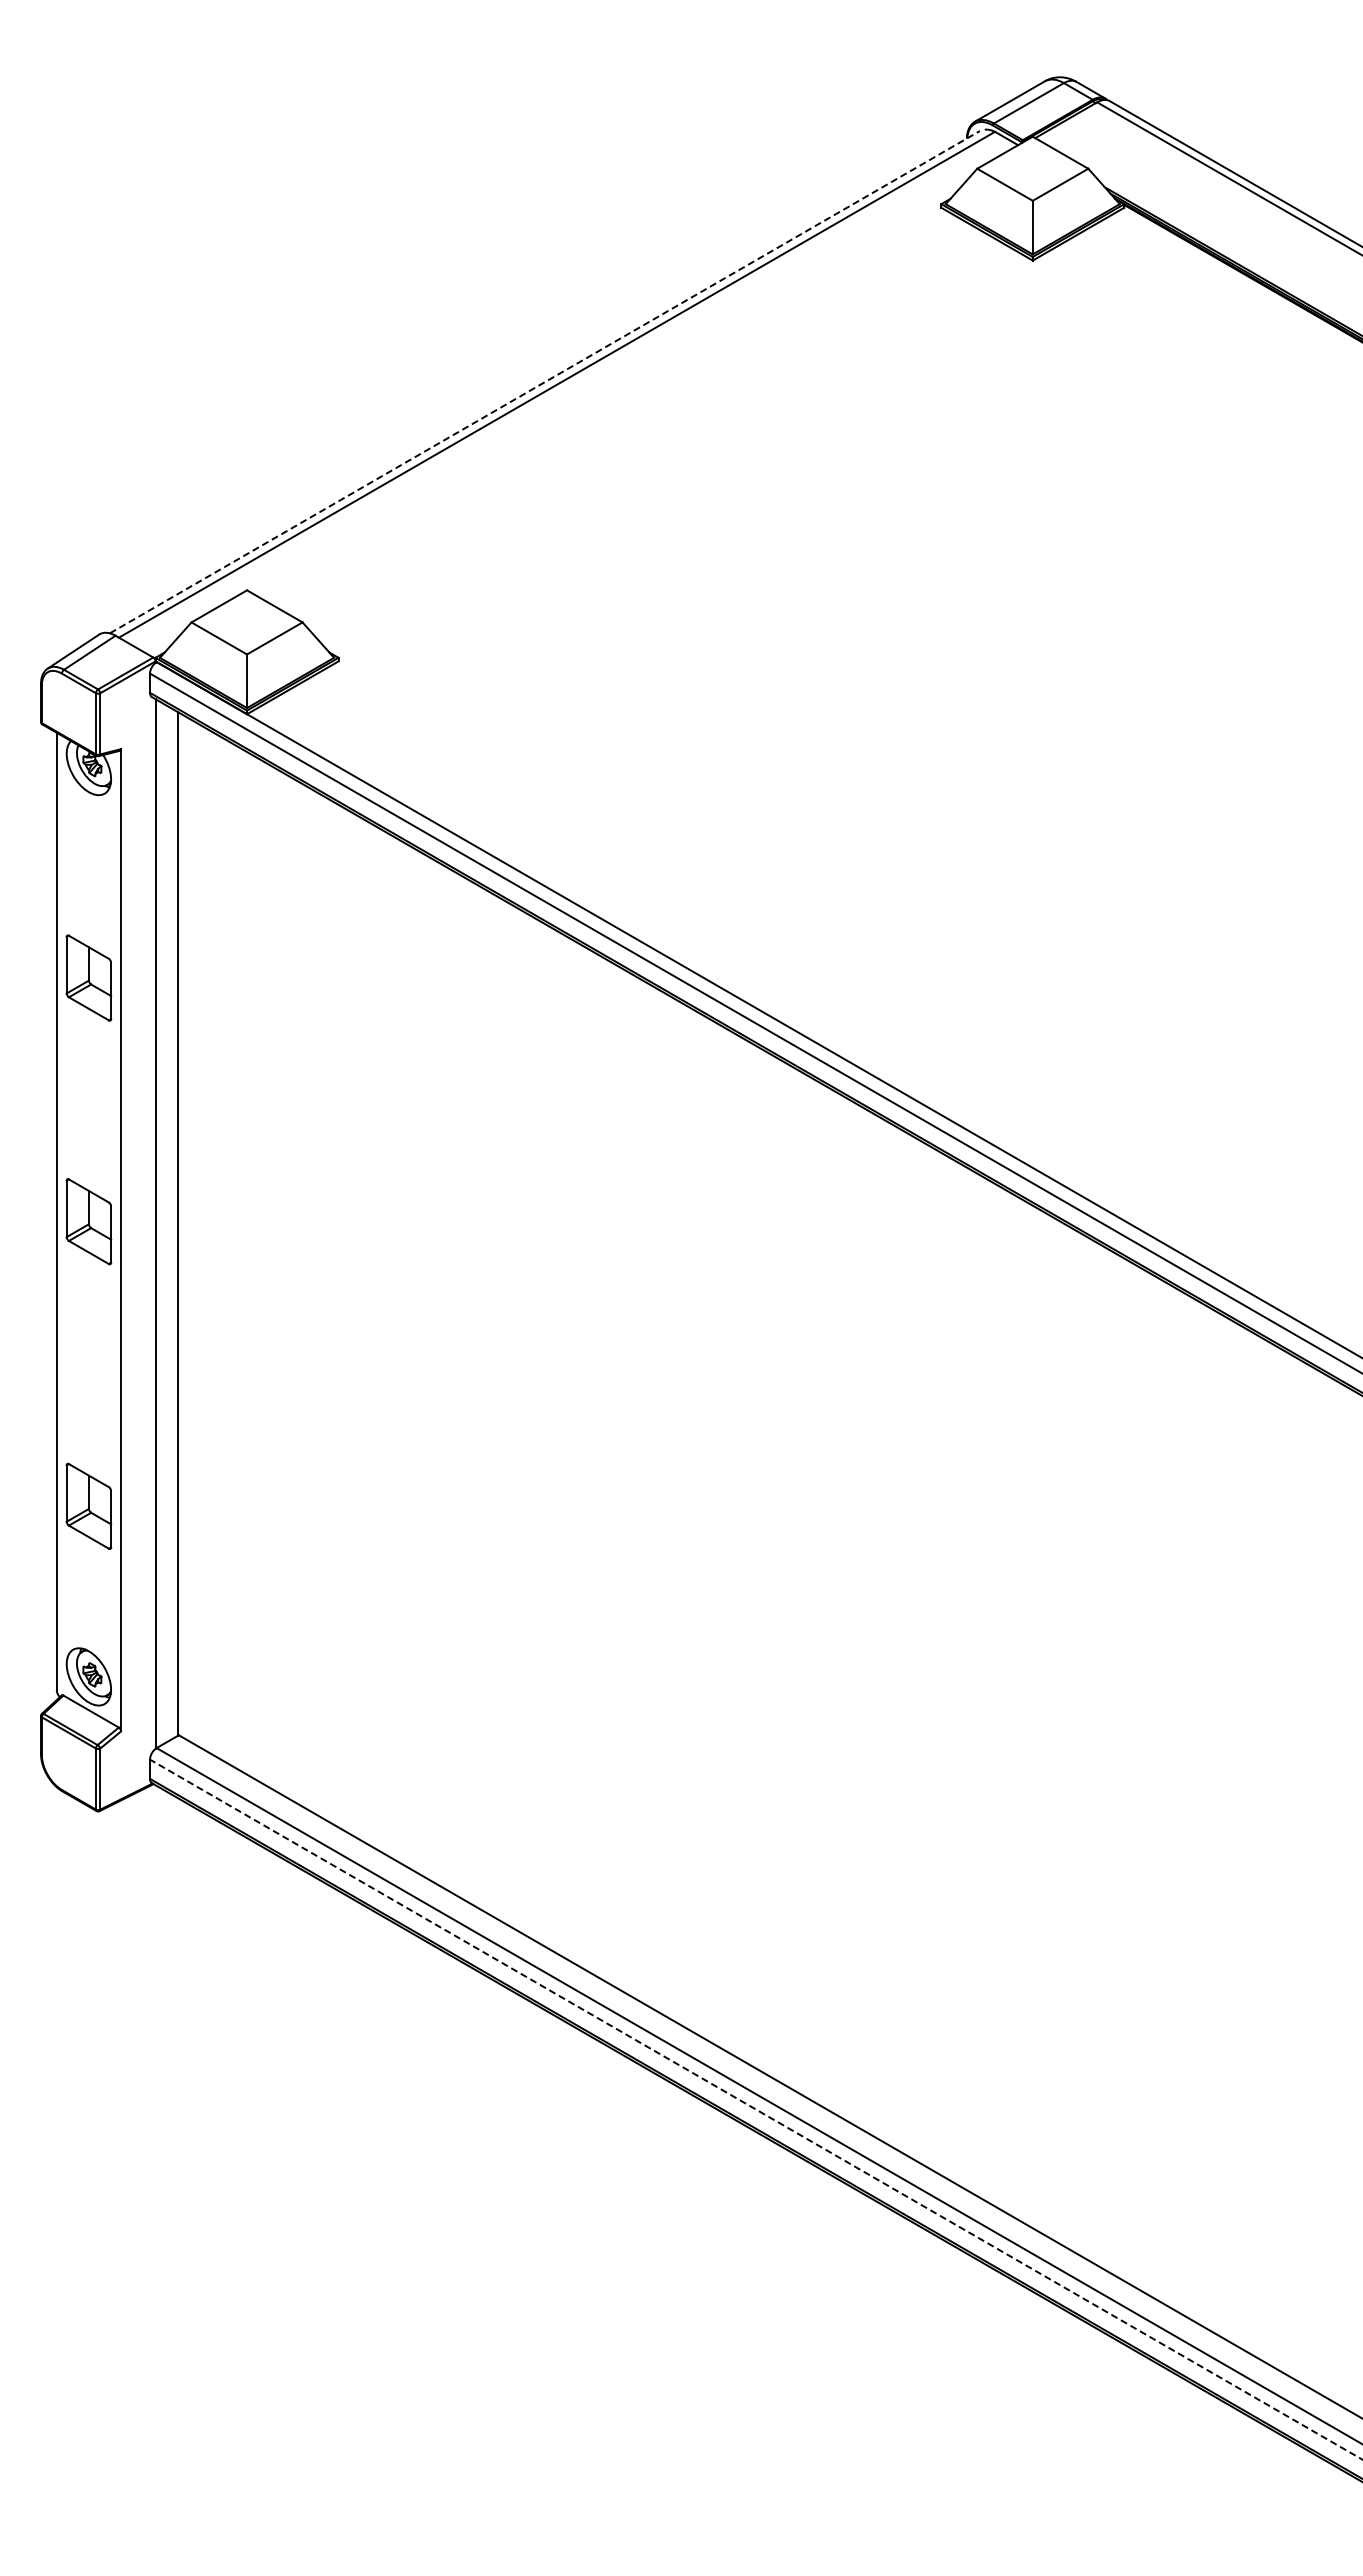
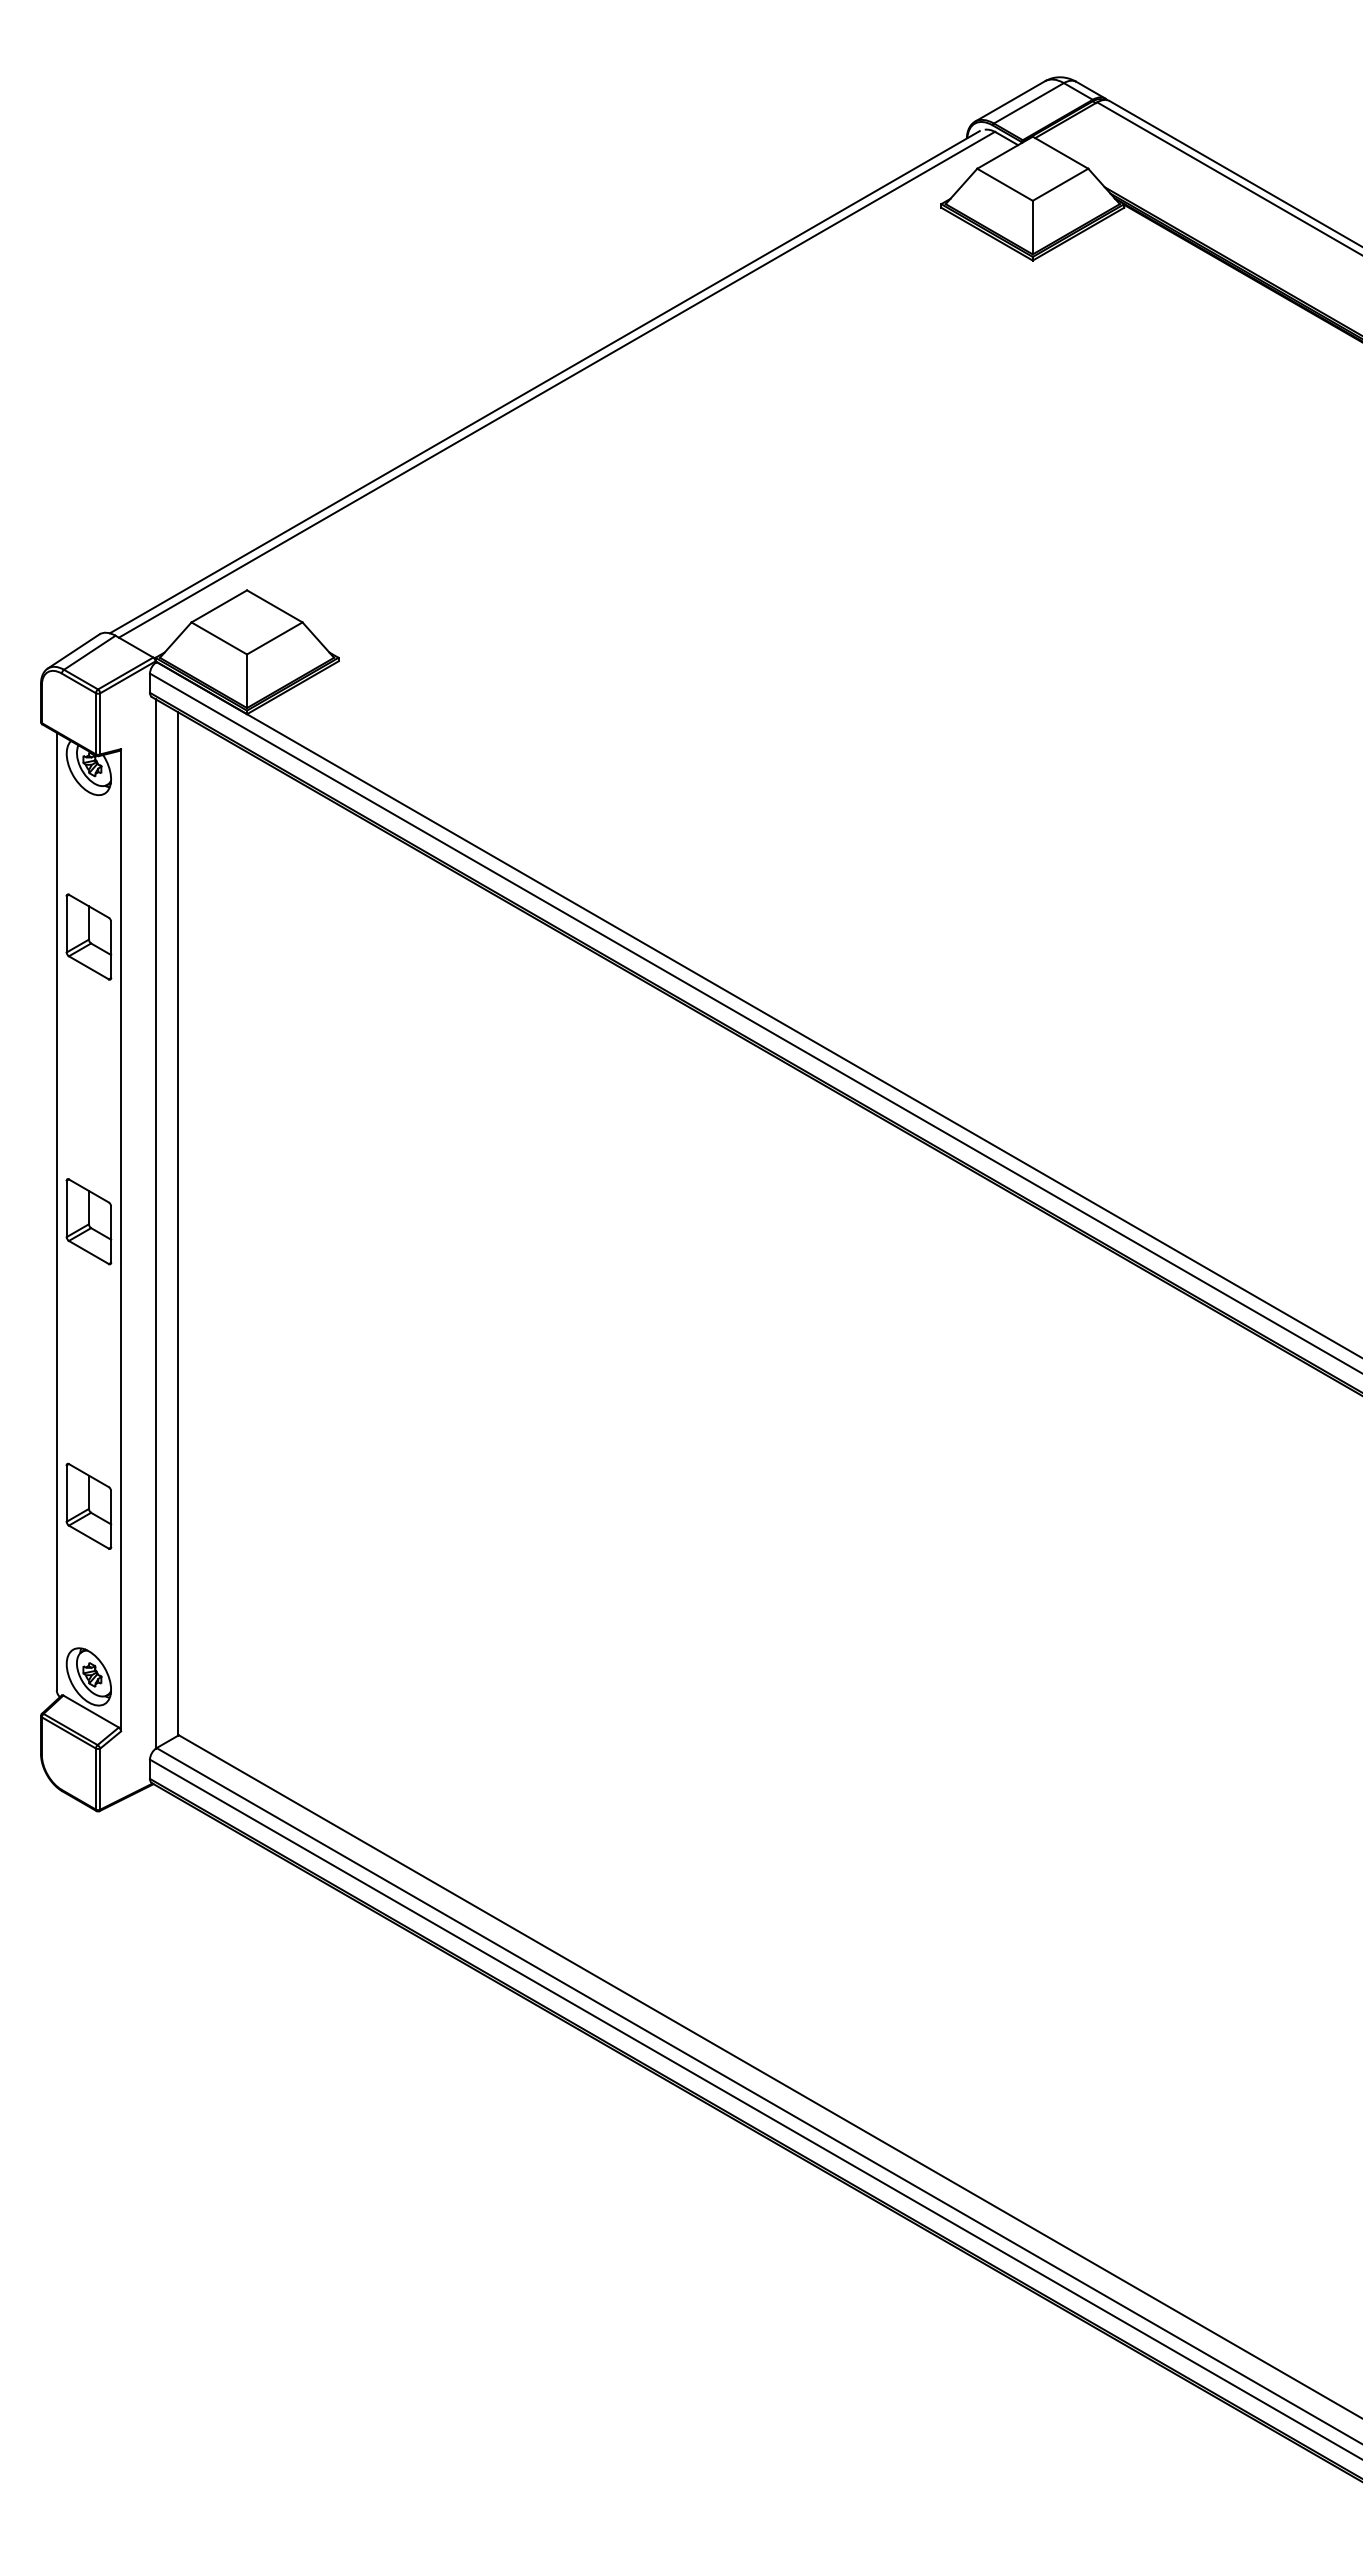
line at (545, 381): dashed -> solid
part at (88, 977) position: (88, 977) -> (88, 936)
line at (755, 2109): dashed -> solid
